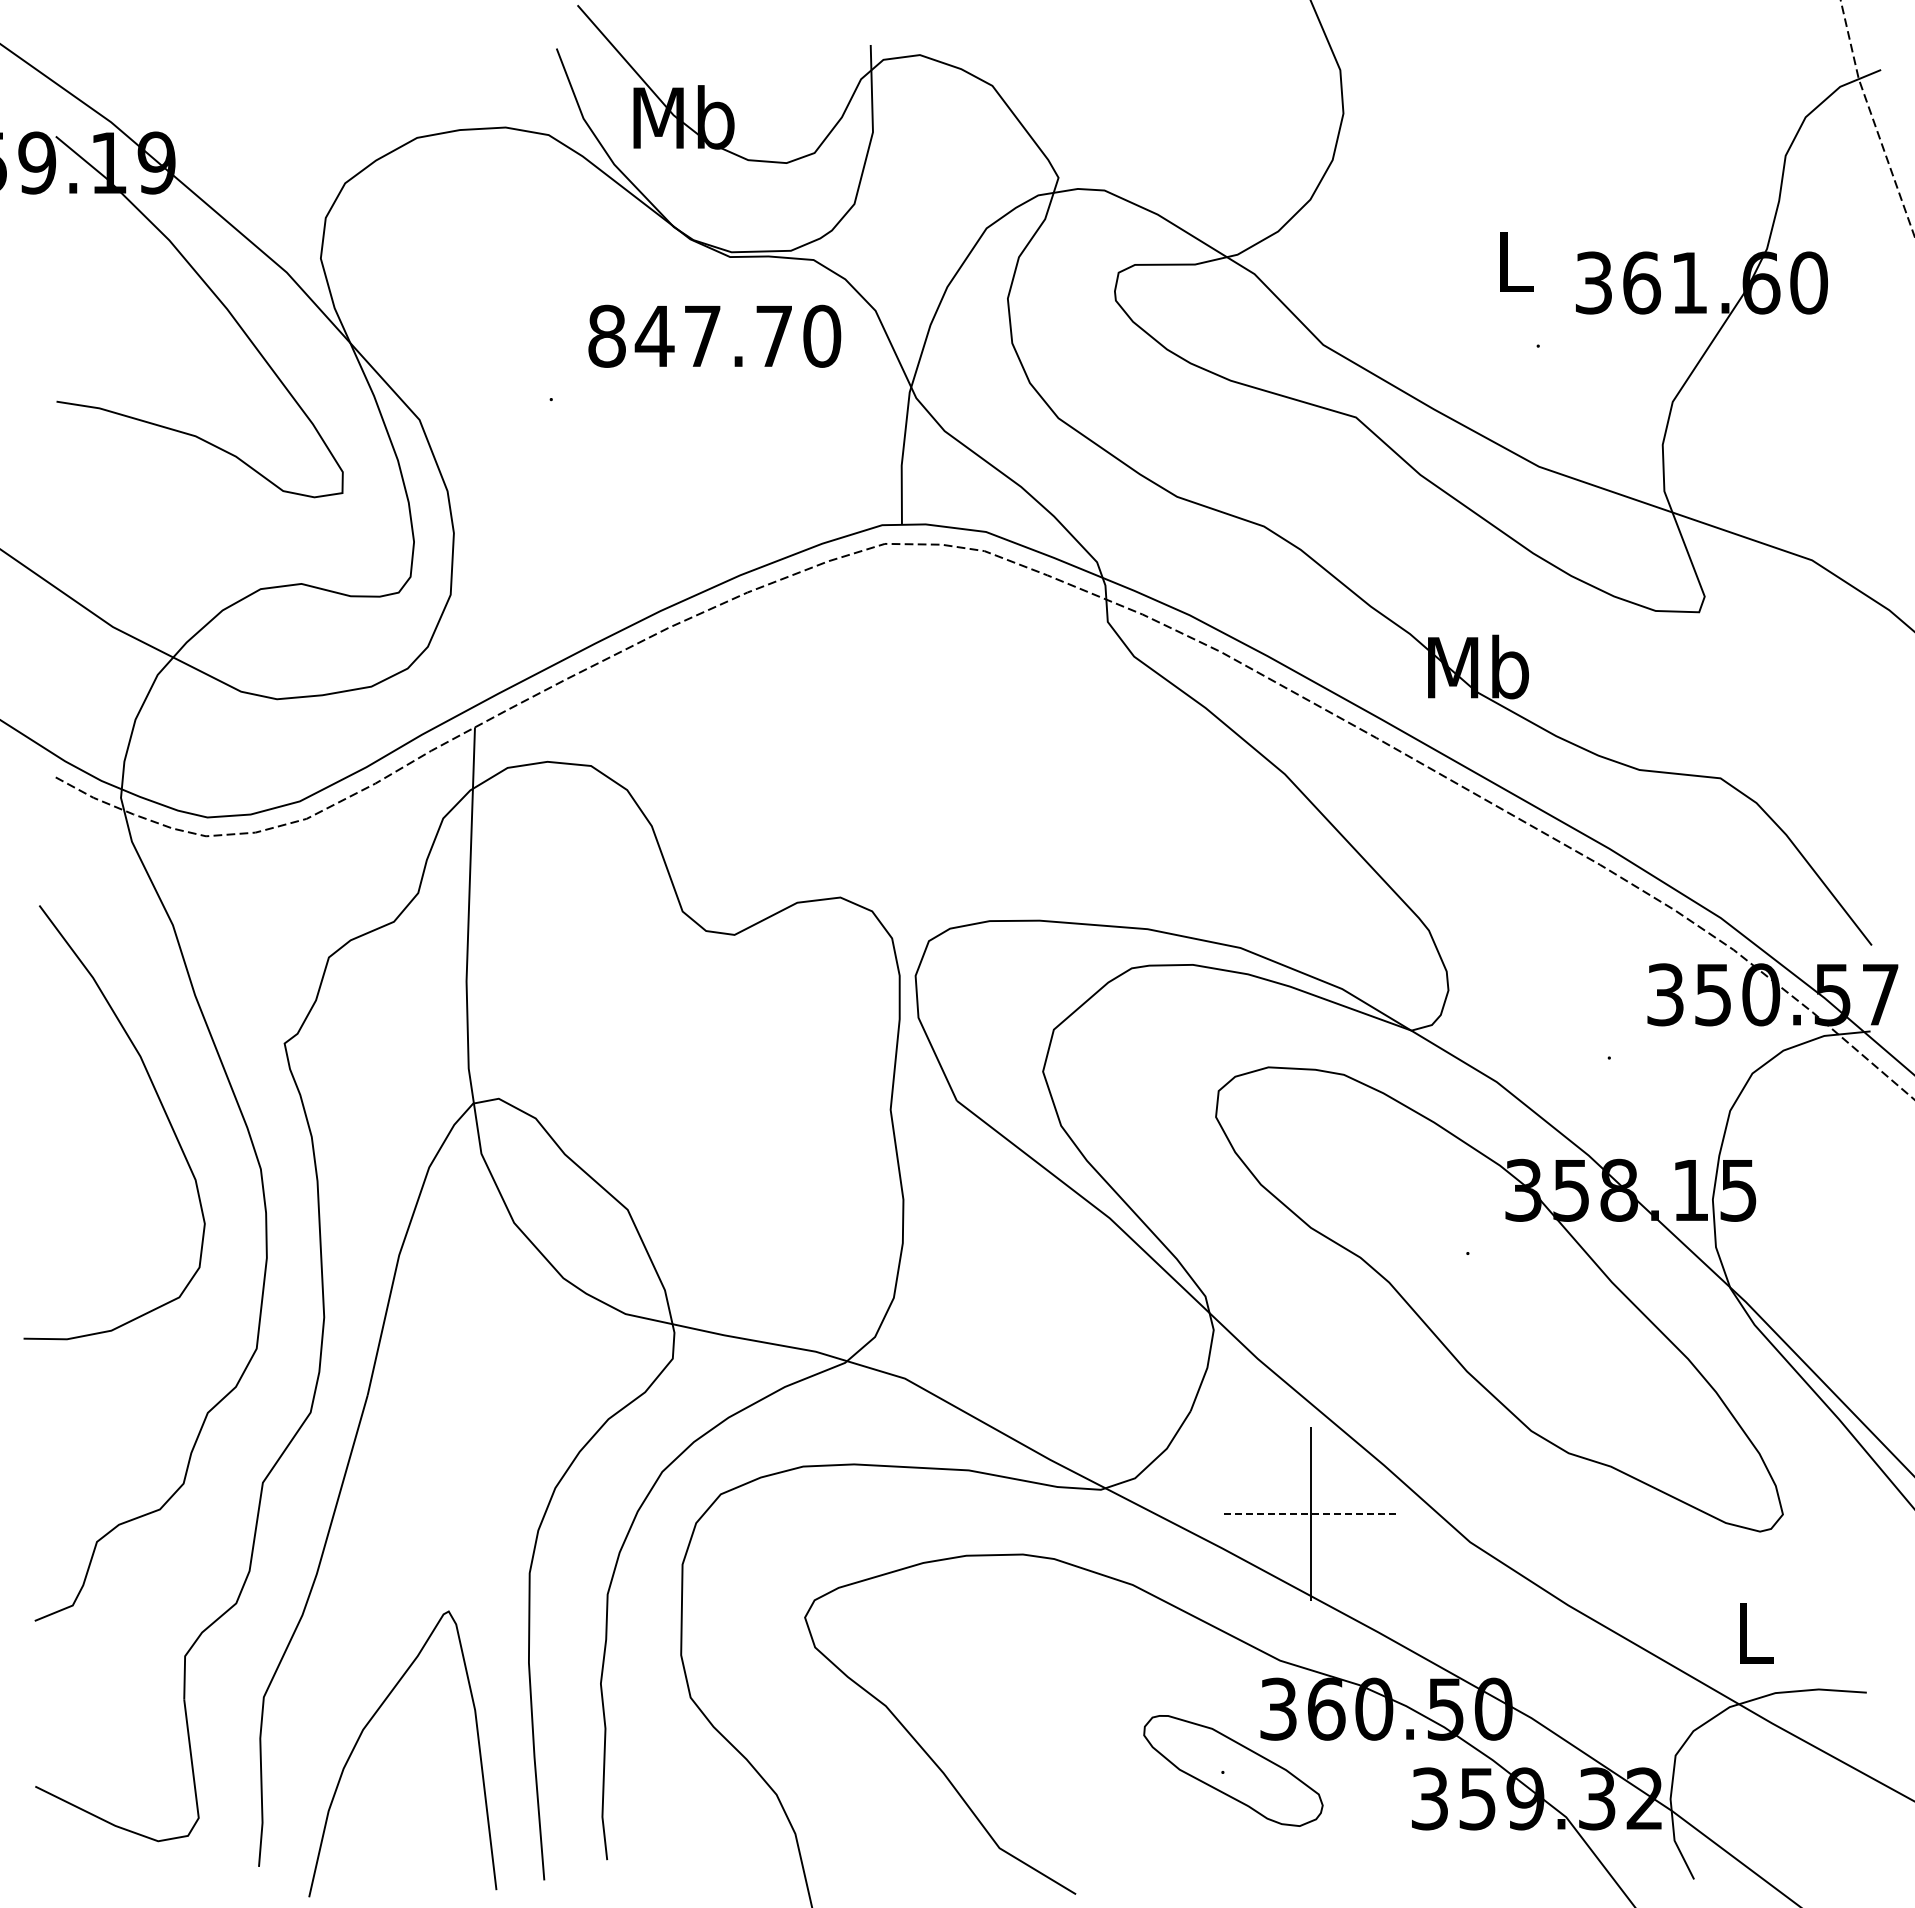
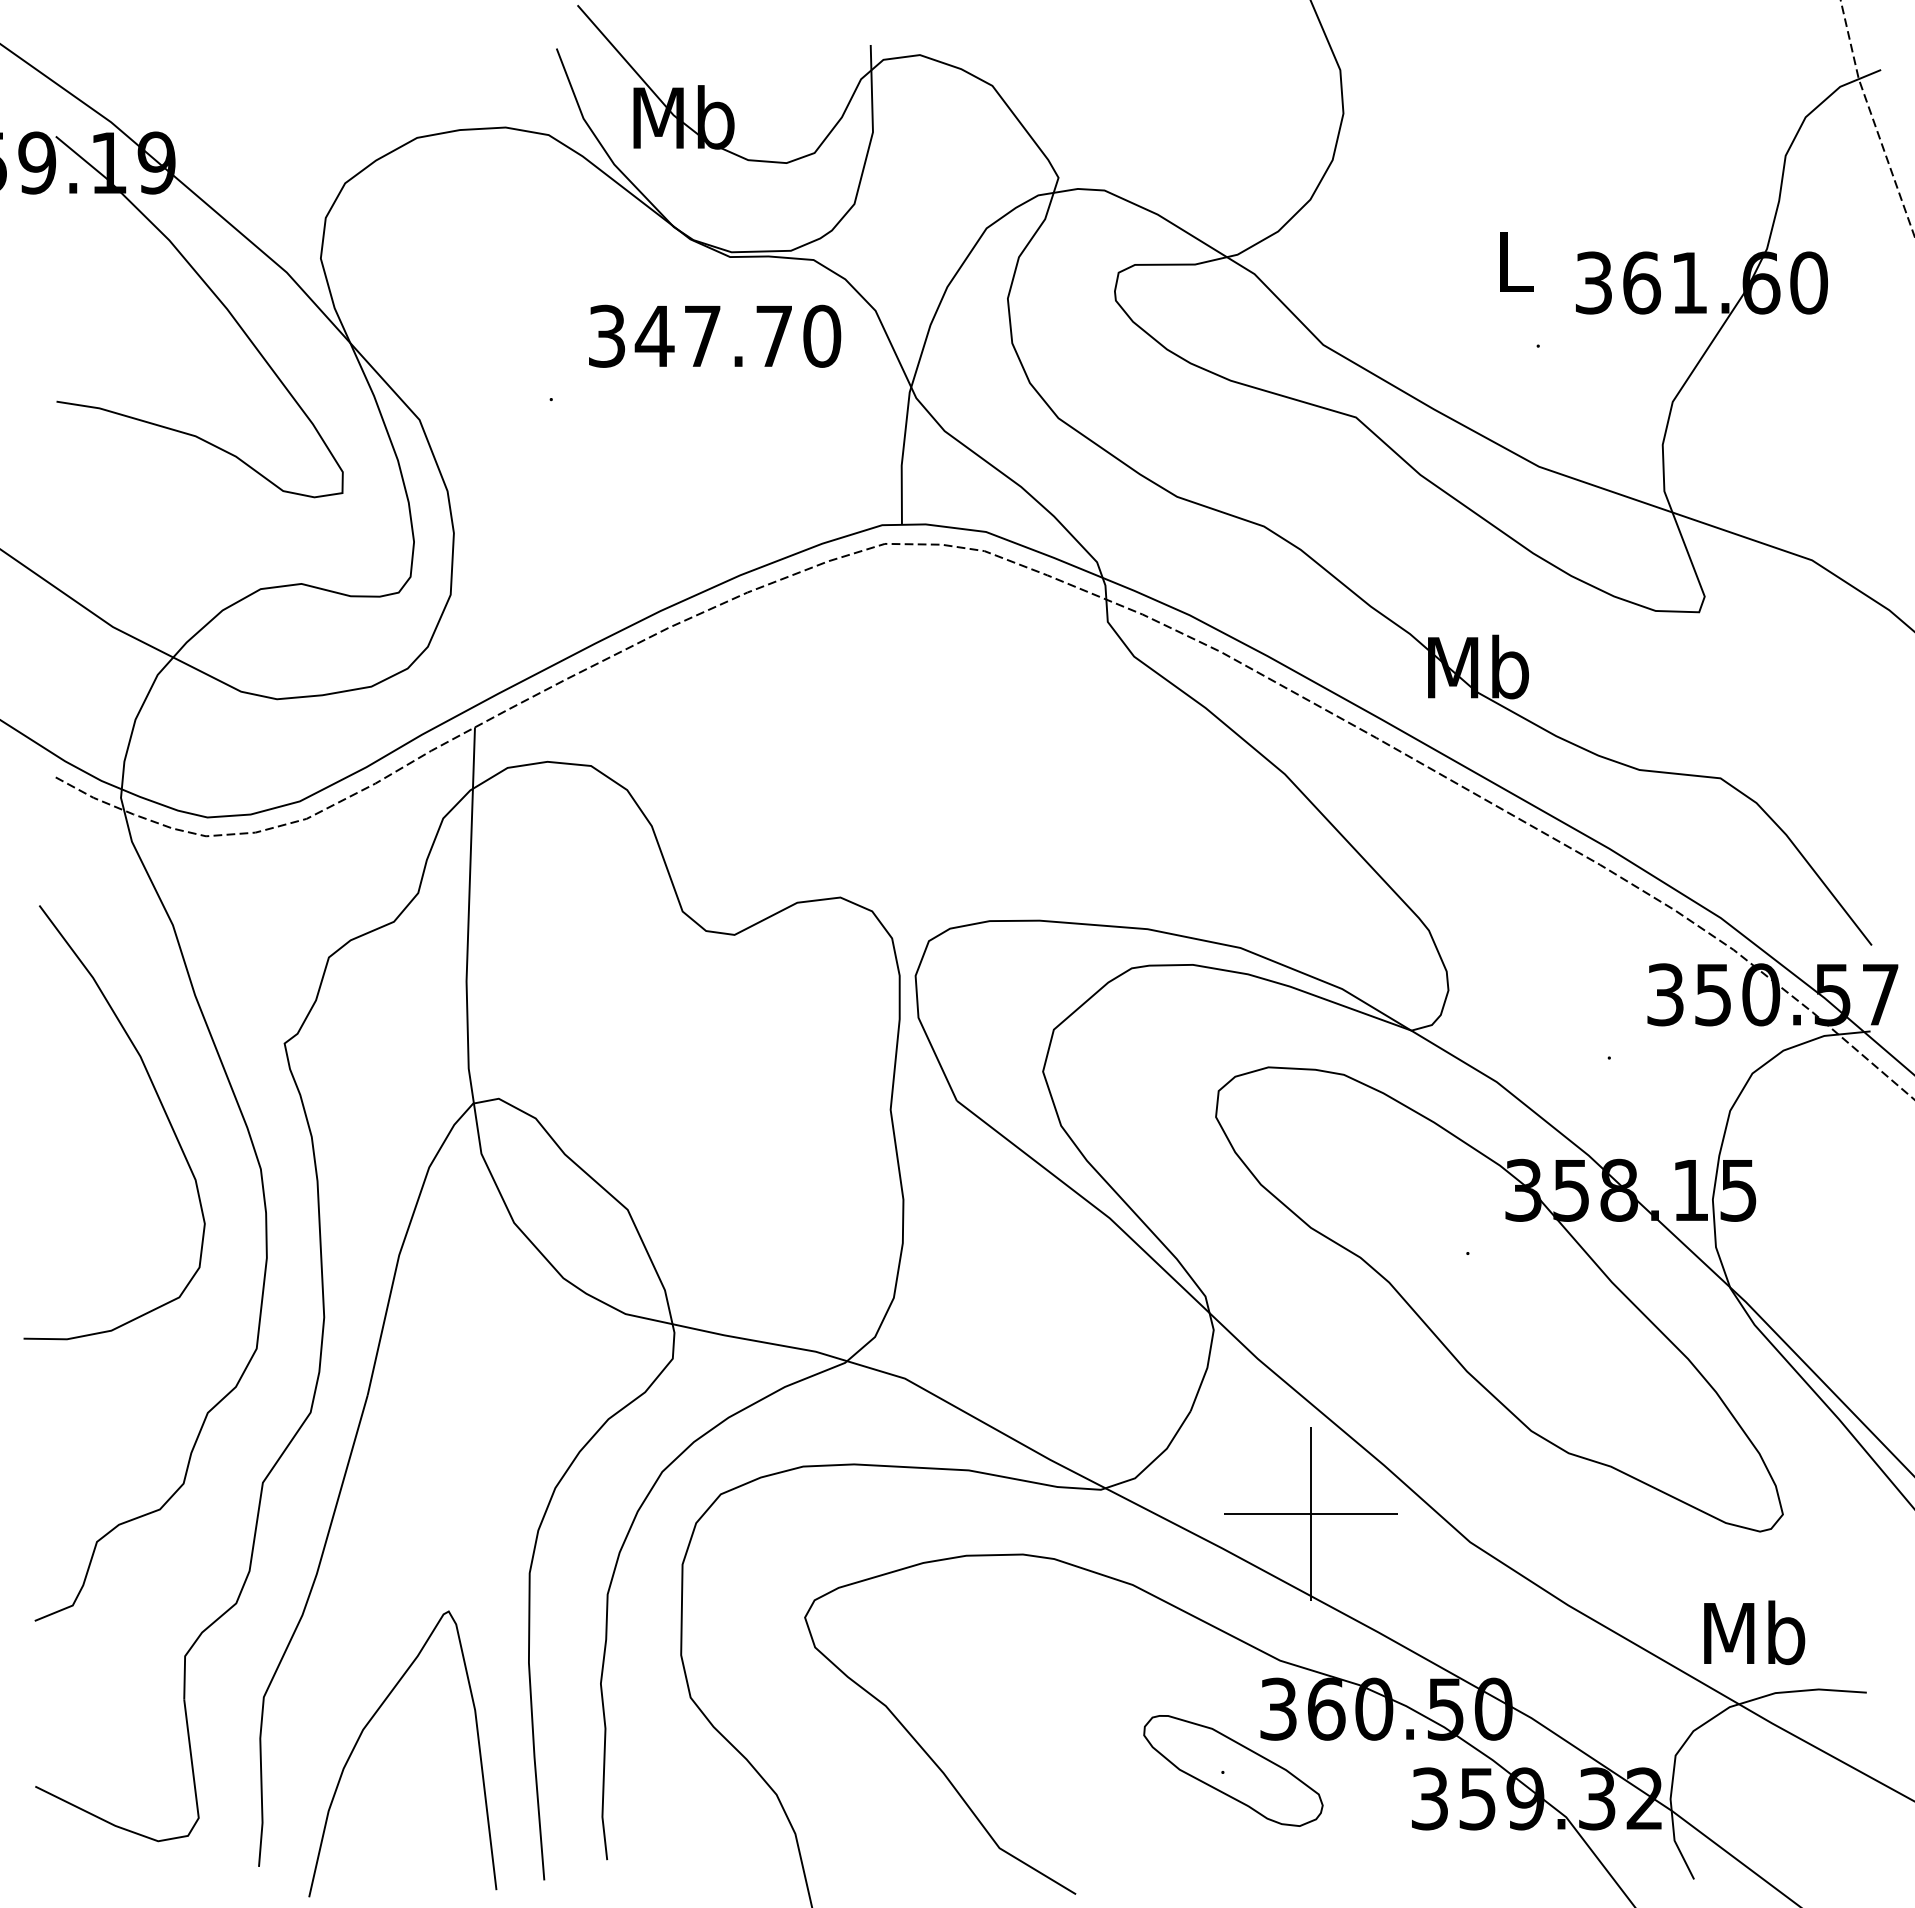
text at (606, 335): 847.70 -> 347.70
line at (1311, 1514): dashed -> solid
text at (1754, 1632): L -> Mb
